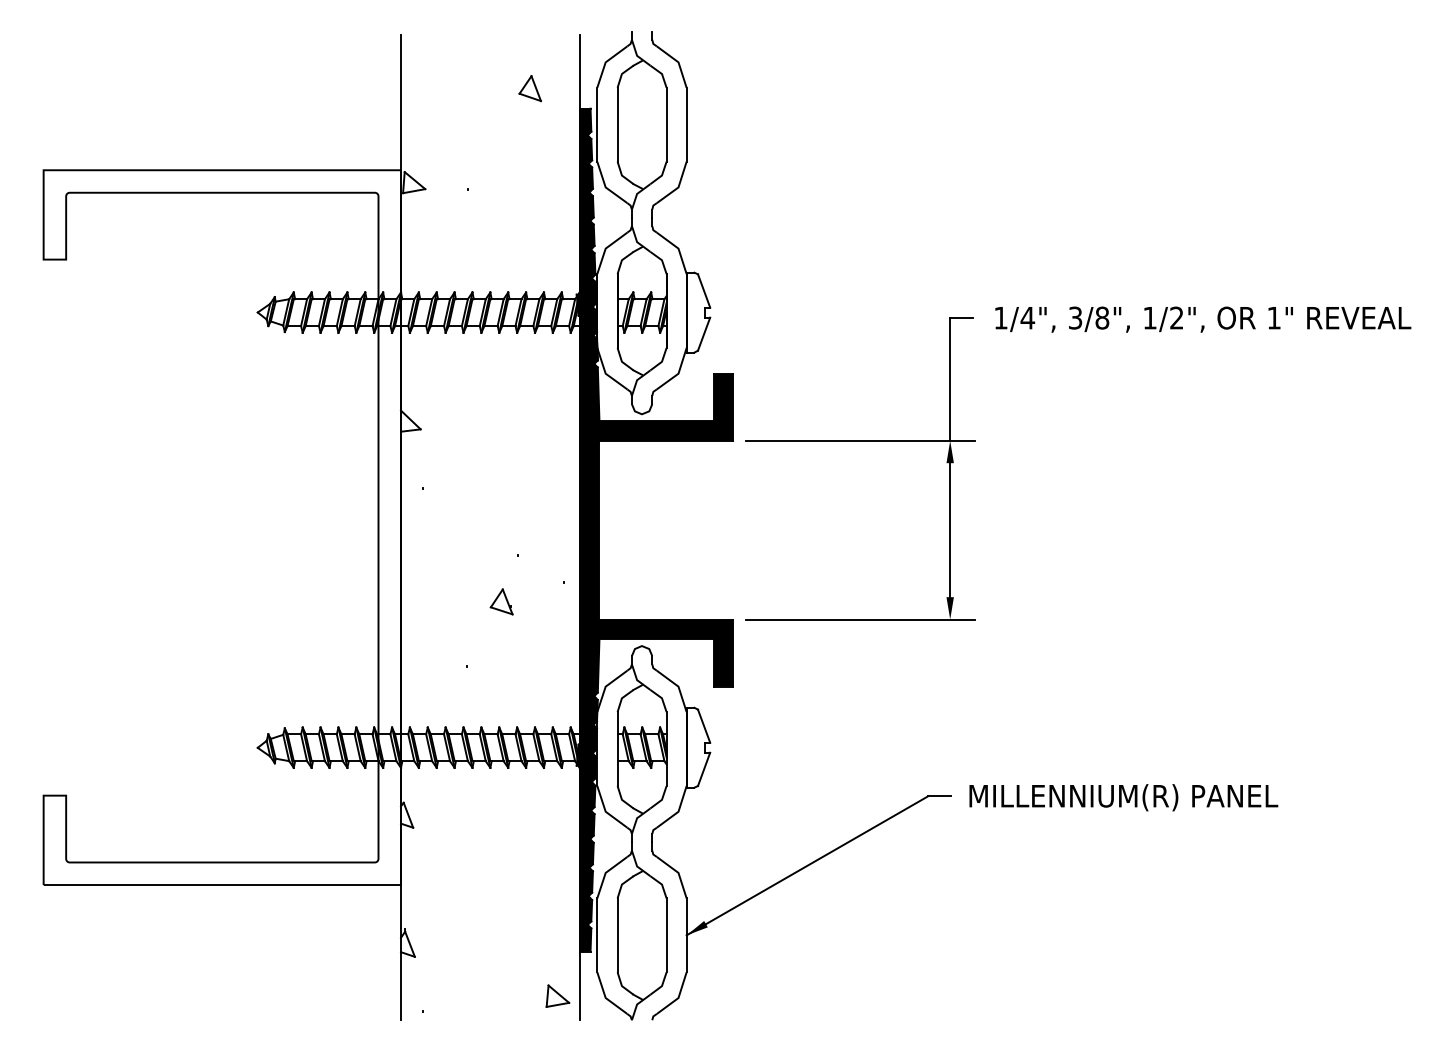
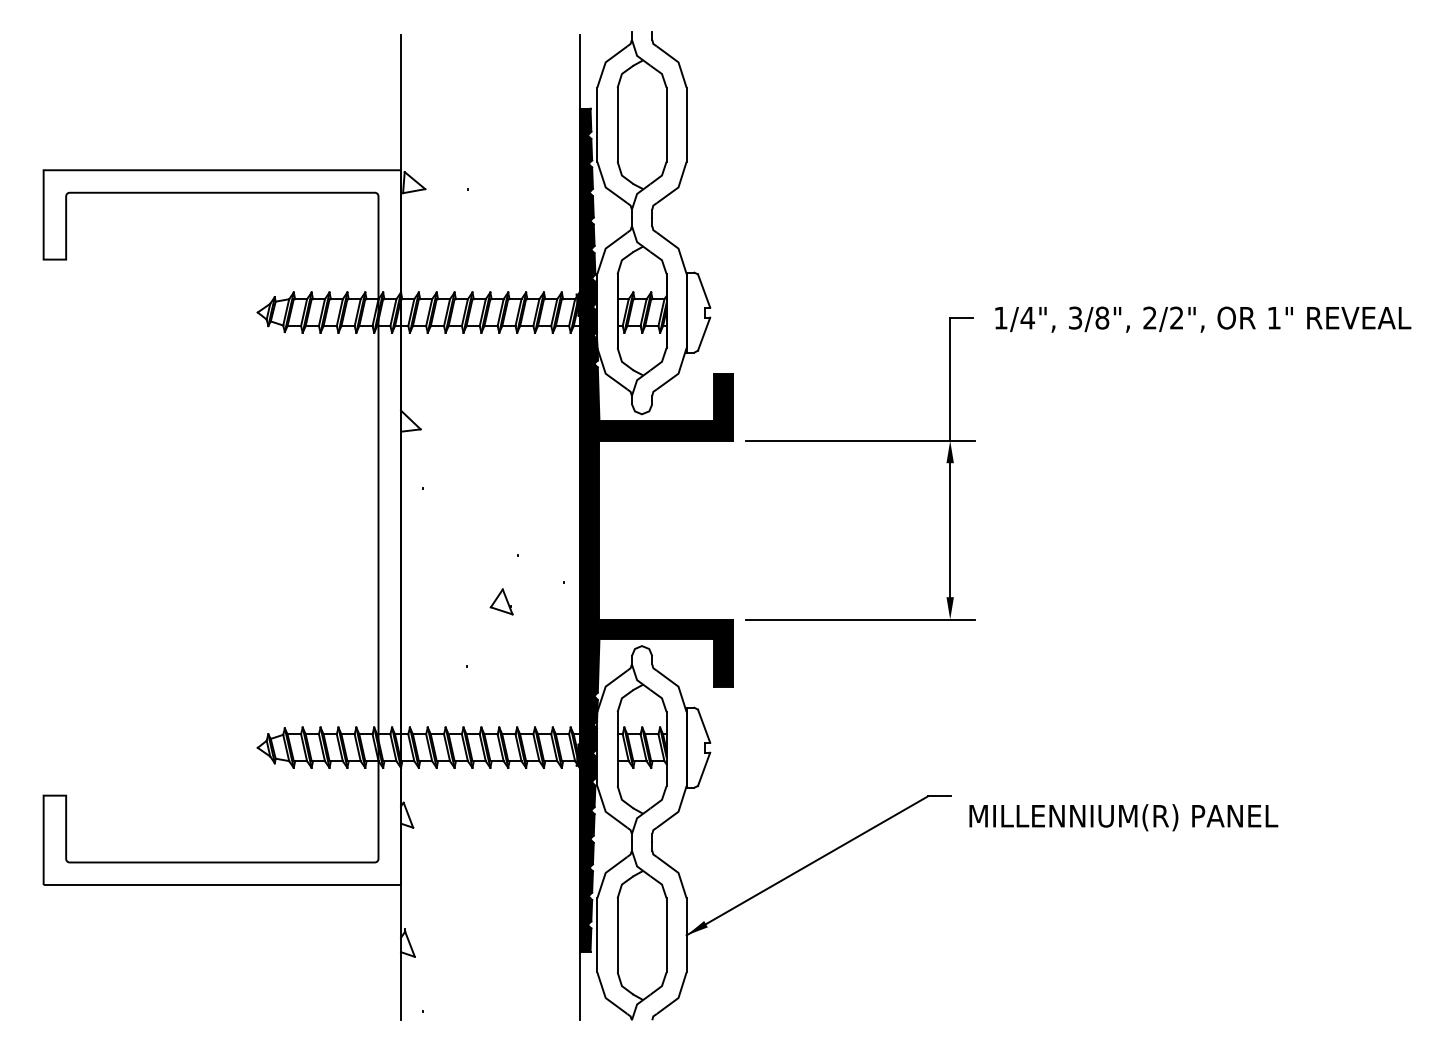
part at (529, 88): present -> none
text at (1149, 317): 1/2", -> 2/2",
text at (1123, 797) position: (1123, 797) -> (1123, 817)
part at (557, 995): present -> none
